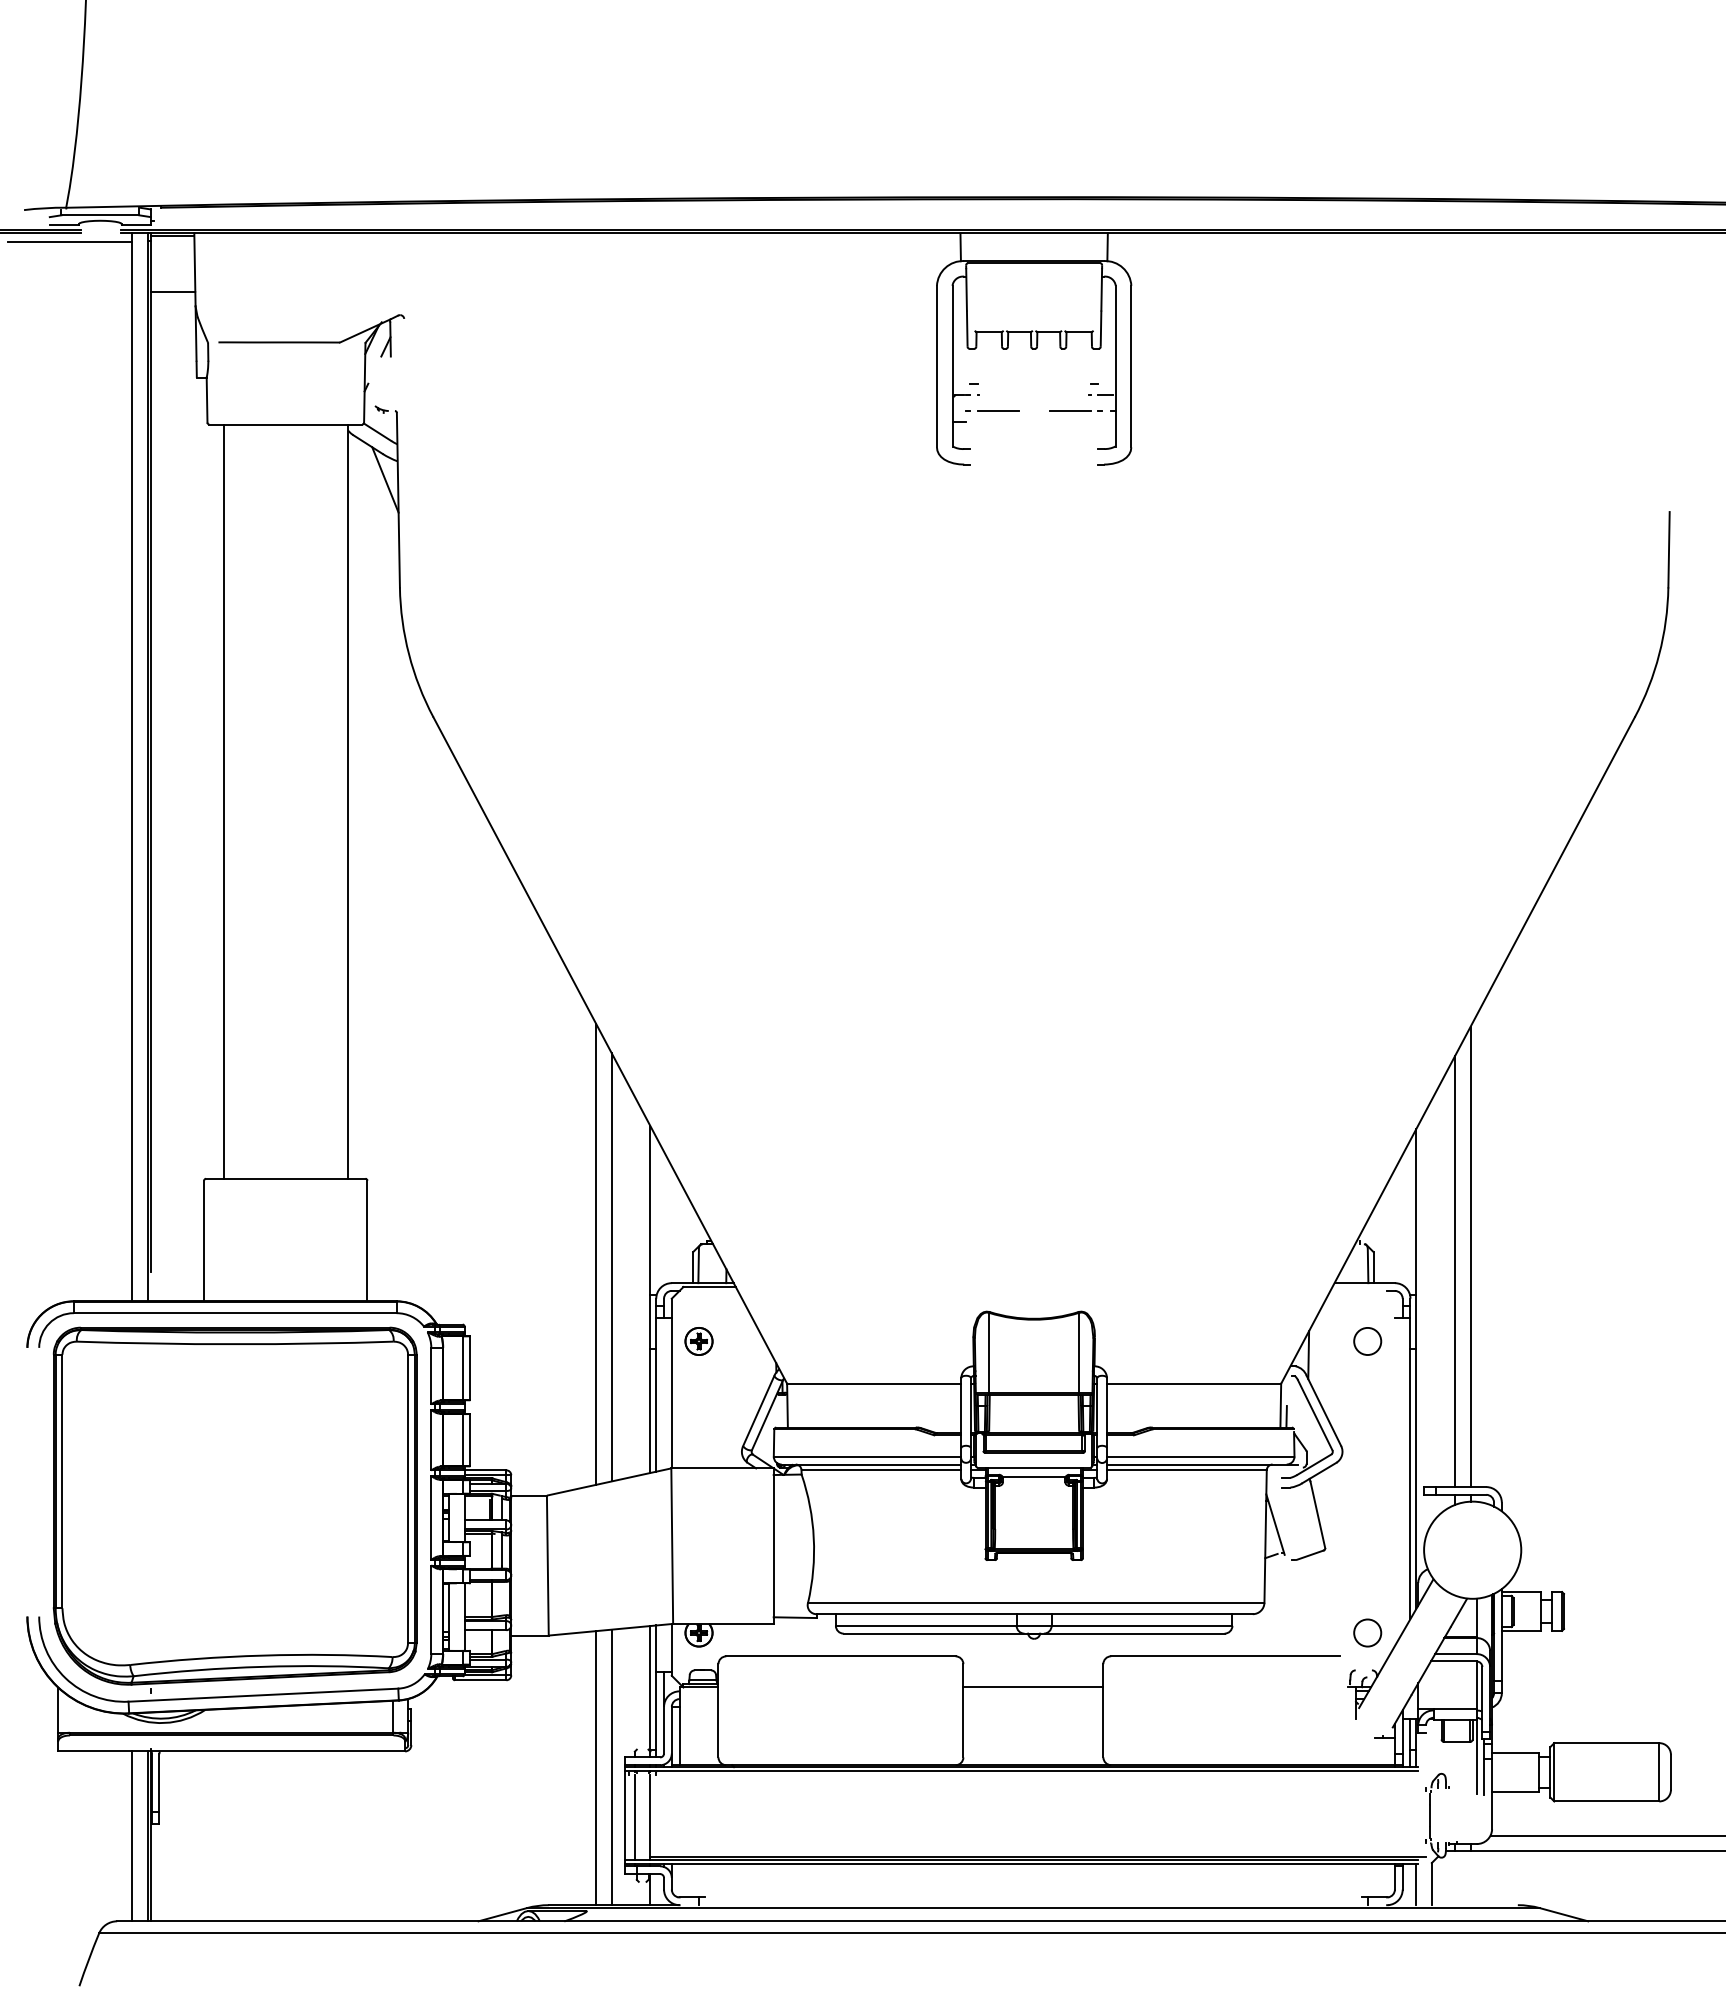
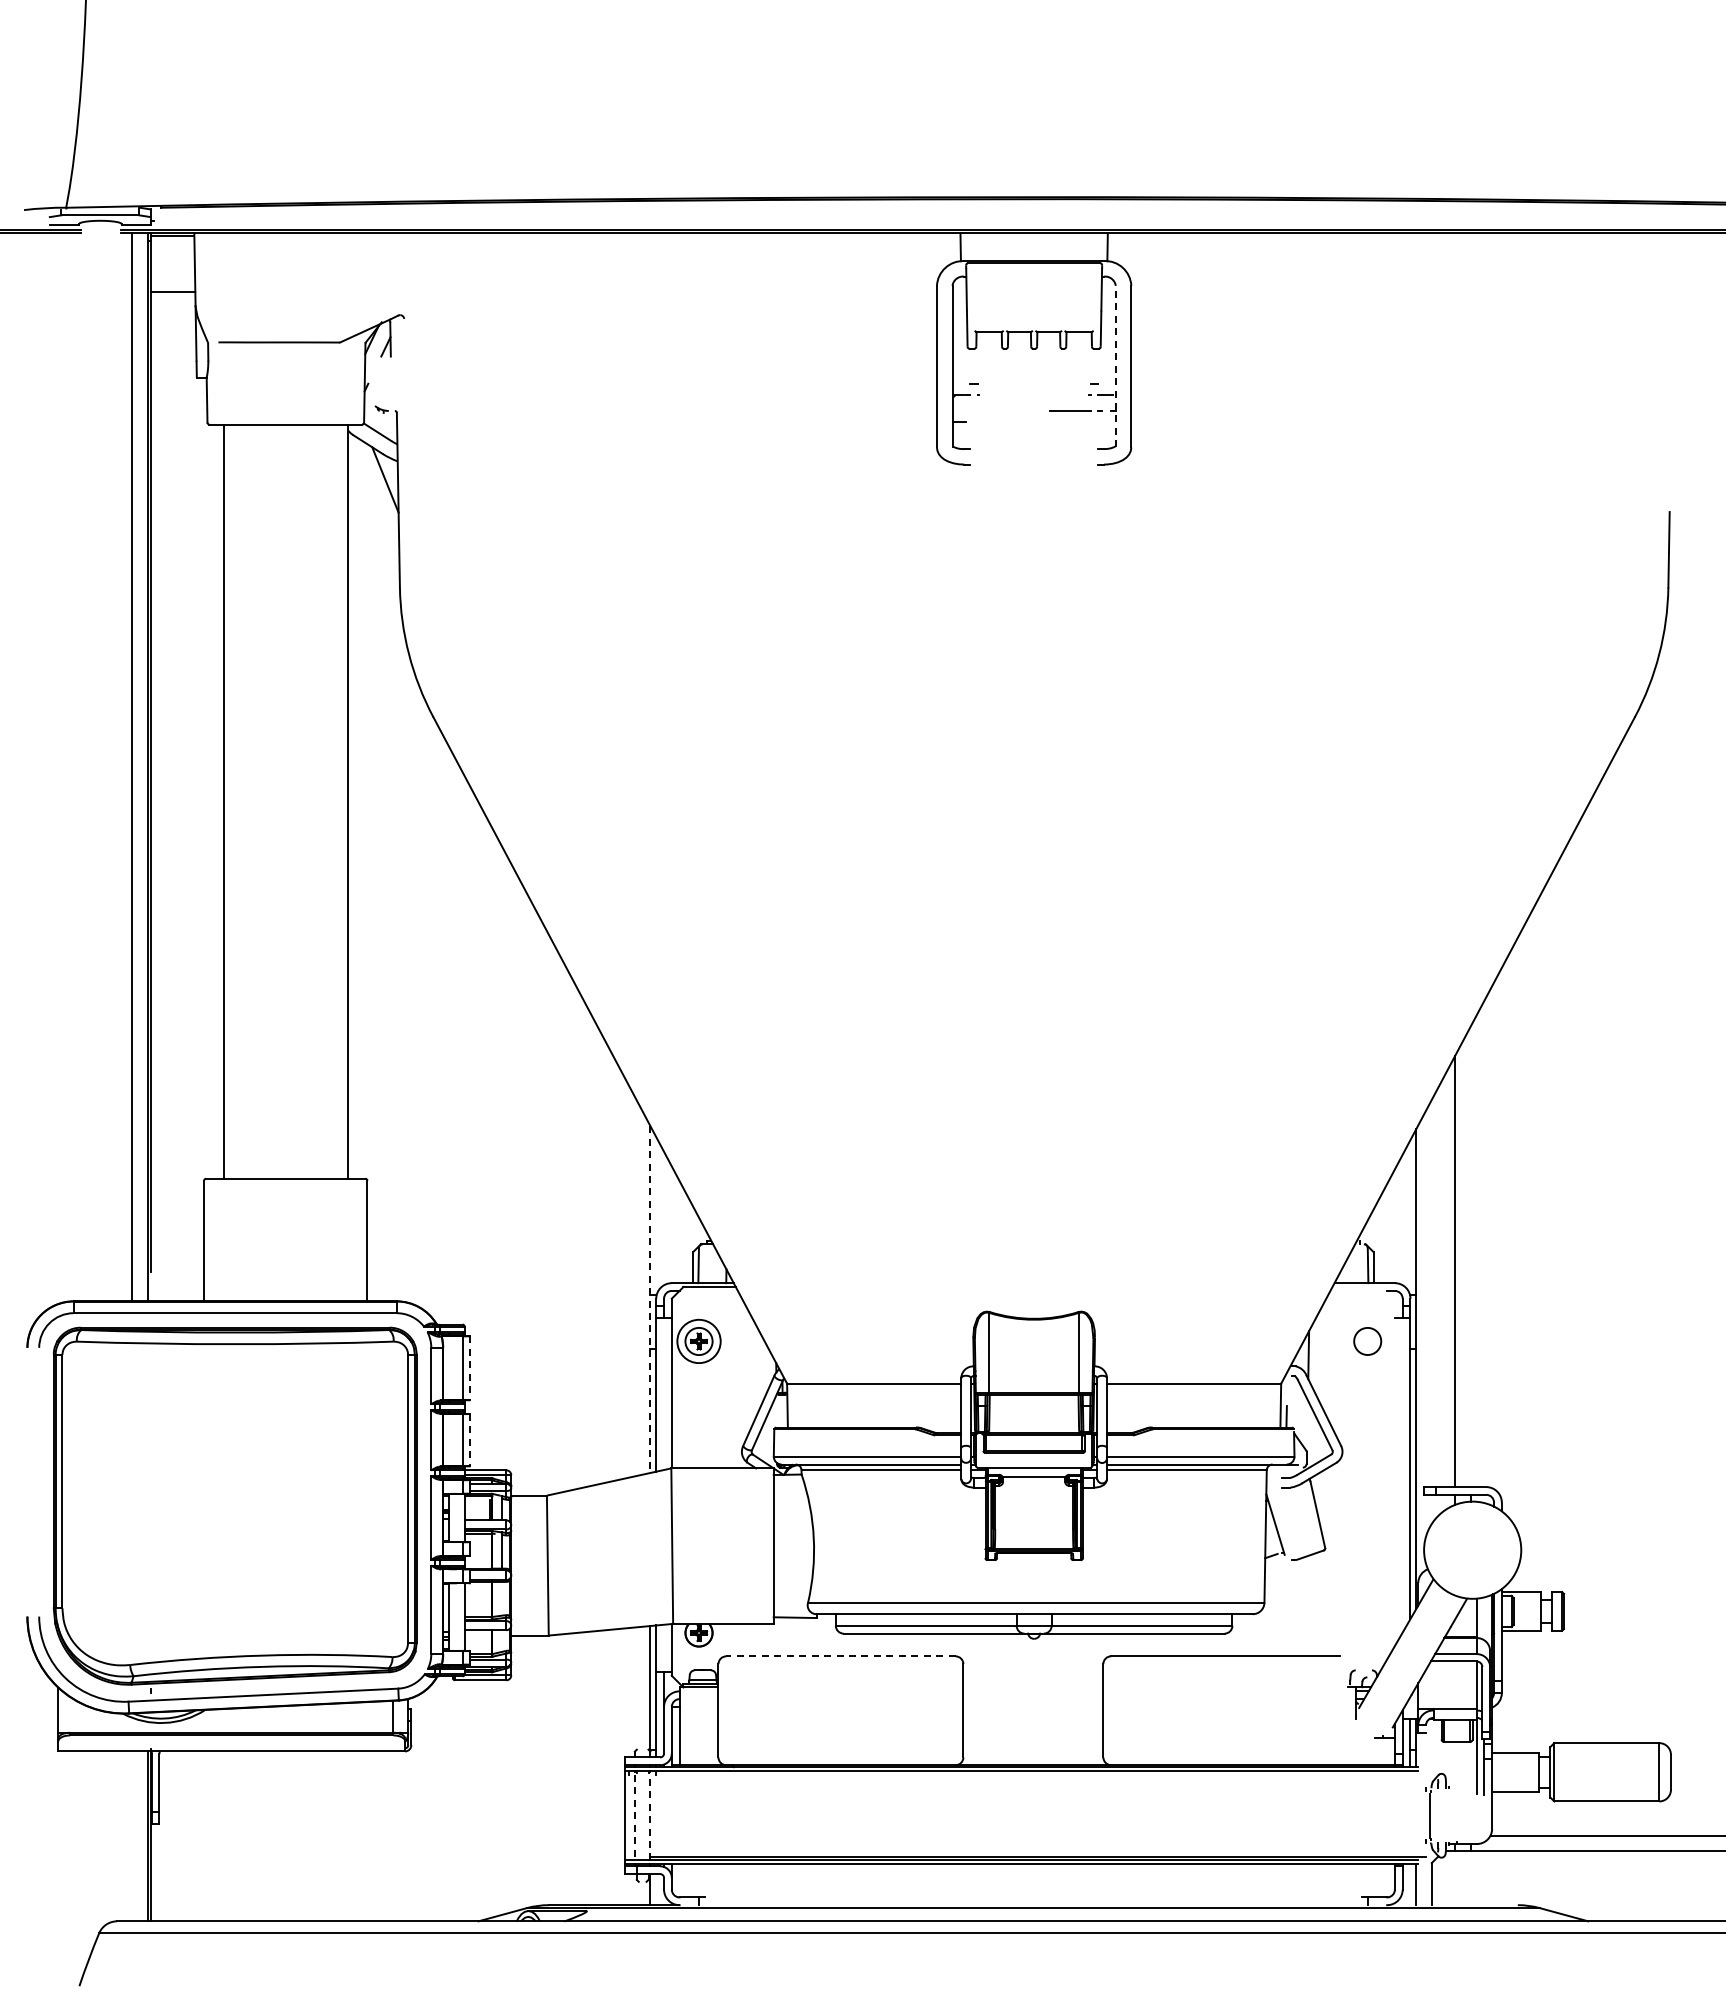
line at (69, 241): present -> none
line at (1115, 366): solid -> dashed
line at (992, 410): present -> none
line at (596, 1253): present -> none
line at (1470, 1256): present -> none
line at (611, 1266): present -> none
line at (650, 1300): solid -> dashed
circle at (698, 1341) diameter: 27 px -> 43 px
line at (470, 1368): solid -> dashed
line at (470, 1440): solid -> dashed
circle at (1367, 1632): present -> none
line at (840, 1656): solid -> dashed
line at (1033, 1687): present -> none
line at (611, 1767): present -> none
line at (596, 1768): present -> none
line at (634, 1817): solid -> dashed
line at (650, 1817): solid -> dashed
line at (132, 1836): present -> none
